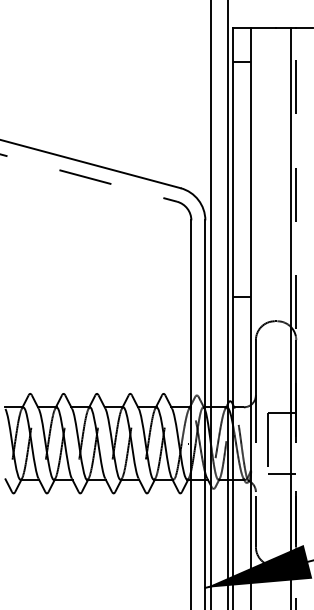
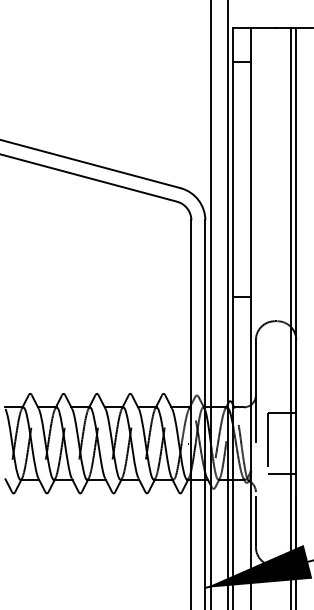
line at (89, 178): dashed -> solid
line at (295, 318): dashed -> solid
